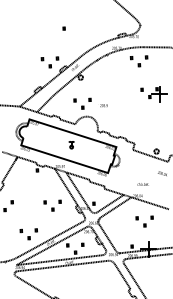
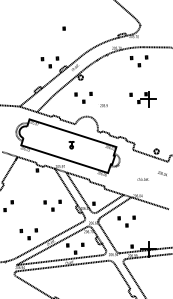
part at (153, 94) position: (153, 94) -> (142, 99)
part at (82, 103) position: (82, 103) -> (83, 97)
text at (142, 184) position: (142, 184) -> (142, 179)
part at (144, 221) position: (144, 221) -> (126, 221)
